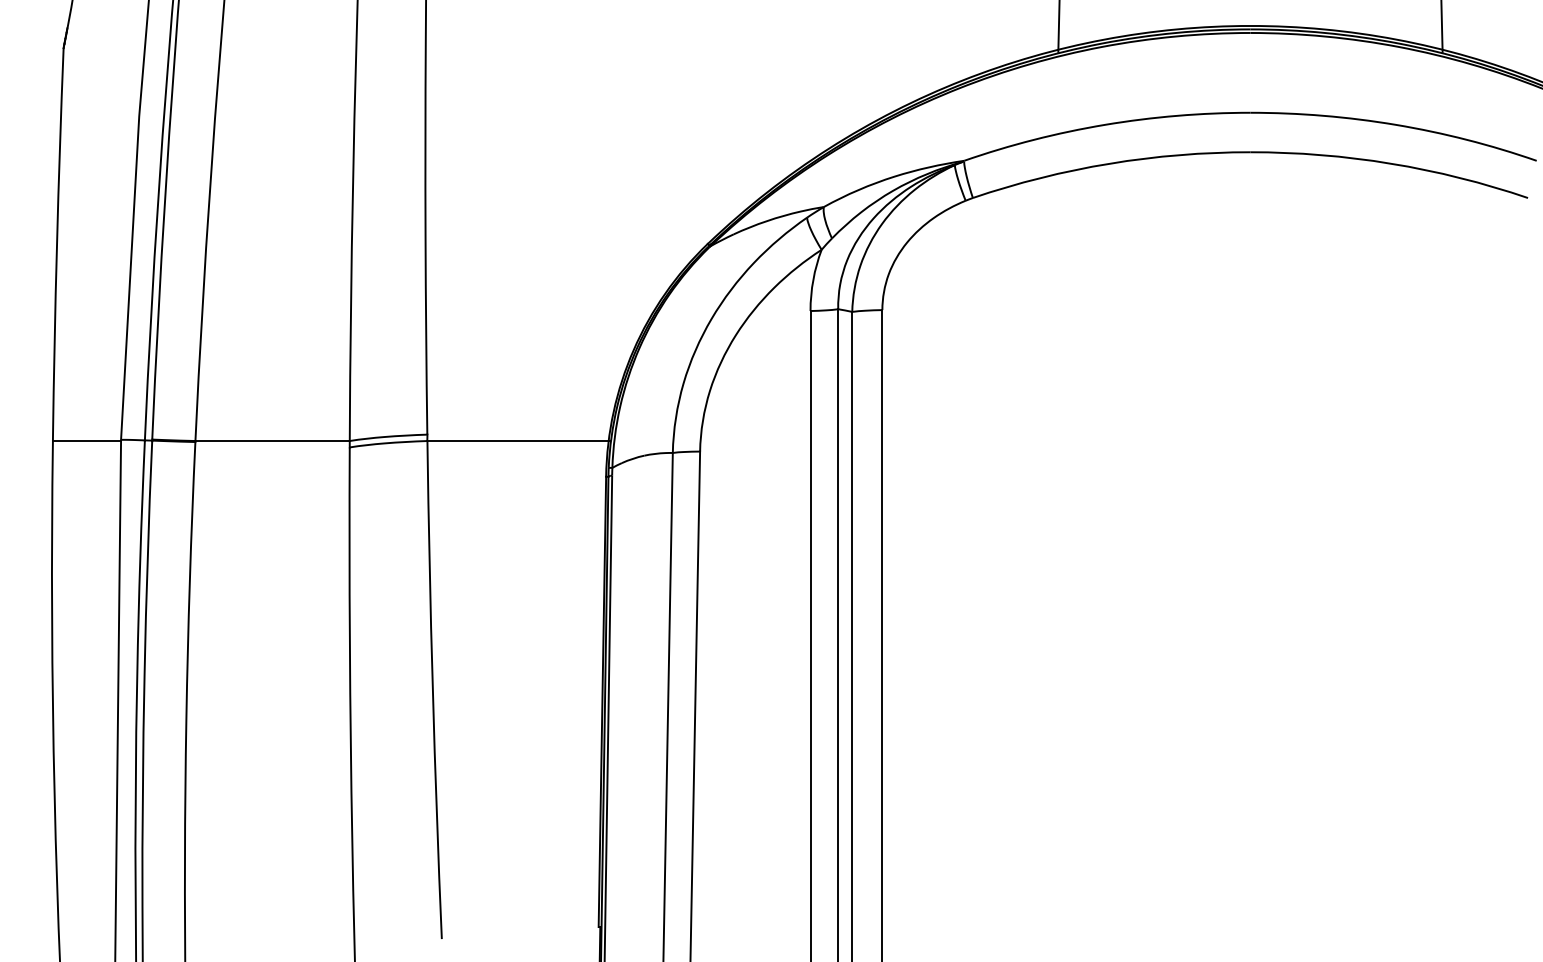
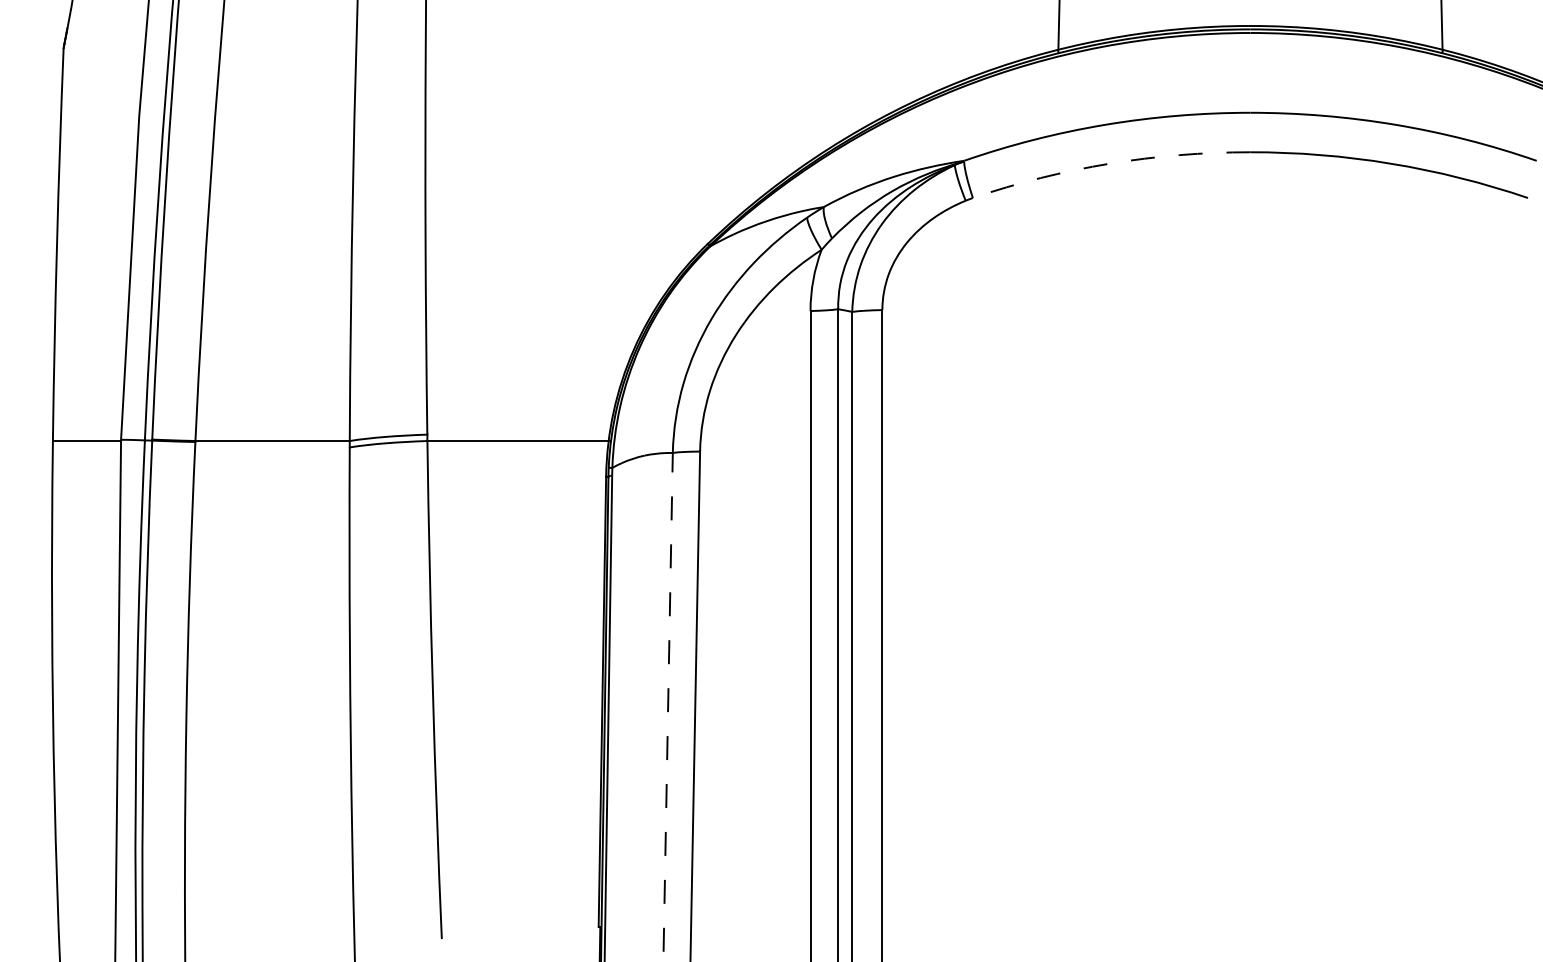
arc at (1109, 163): solid -> dashed
line at (668, 706): solid -> dashed
